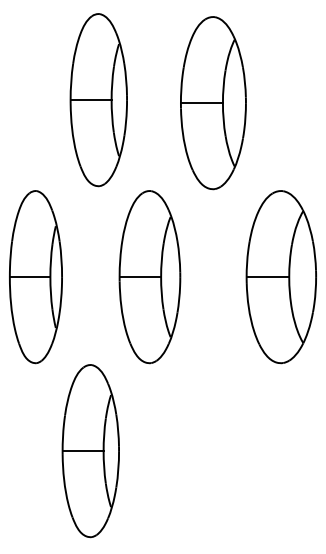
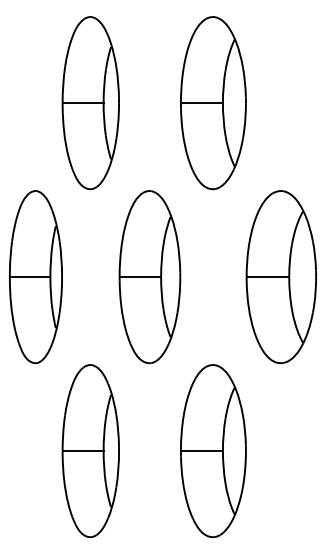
part at (98, 100) position: (98, 100) -> (90, 103)
part at (213, 451): none -> present
